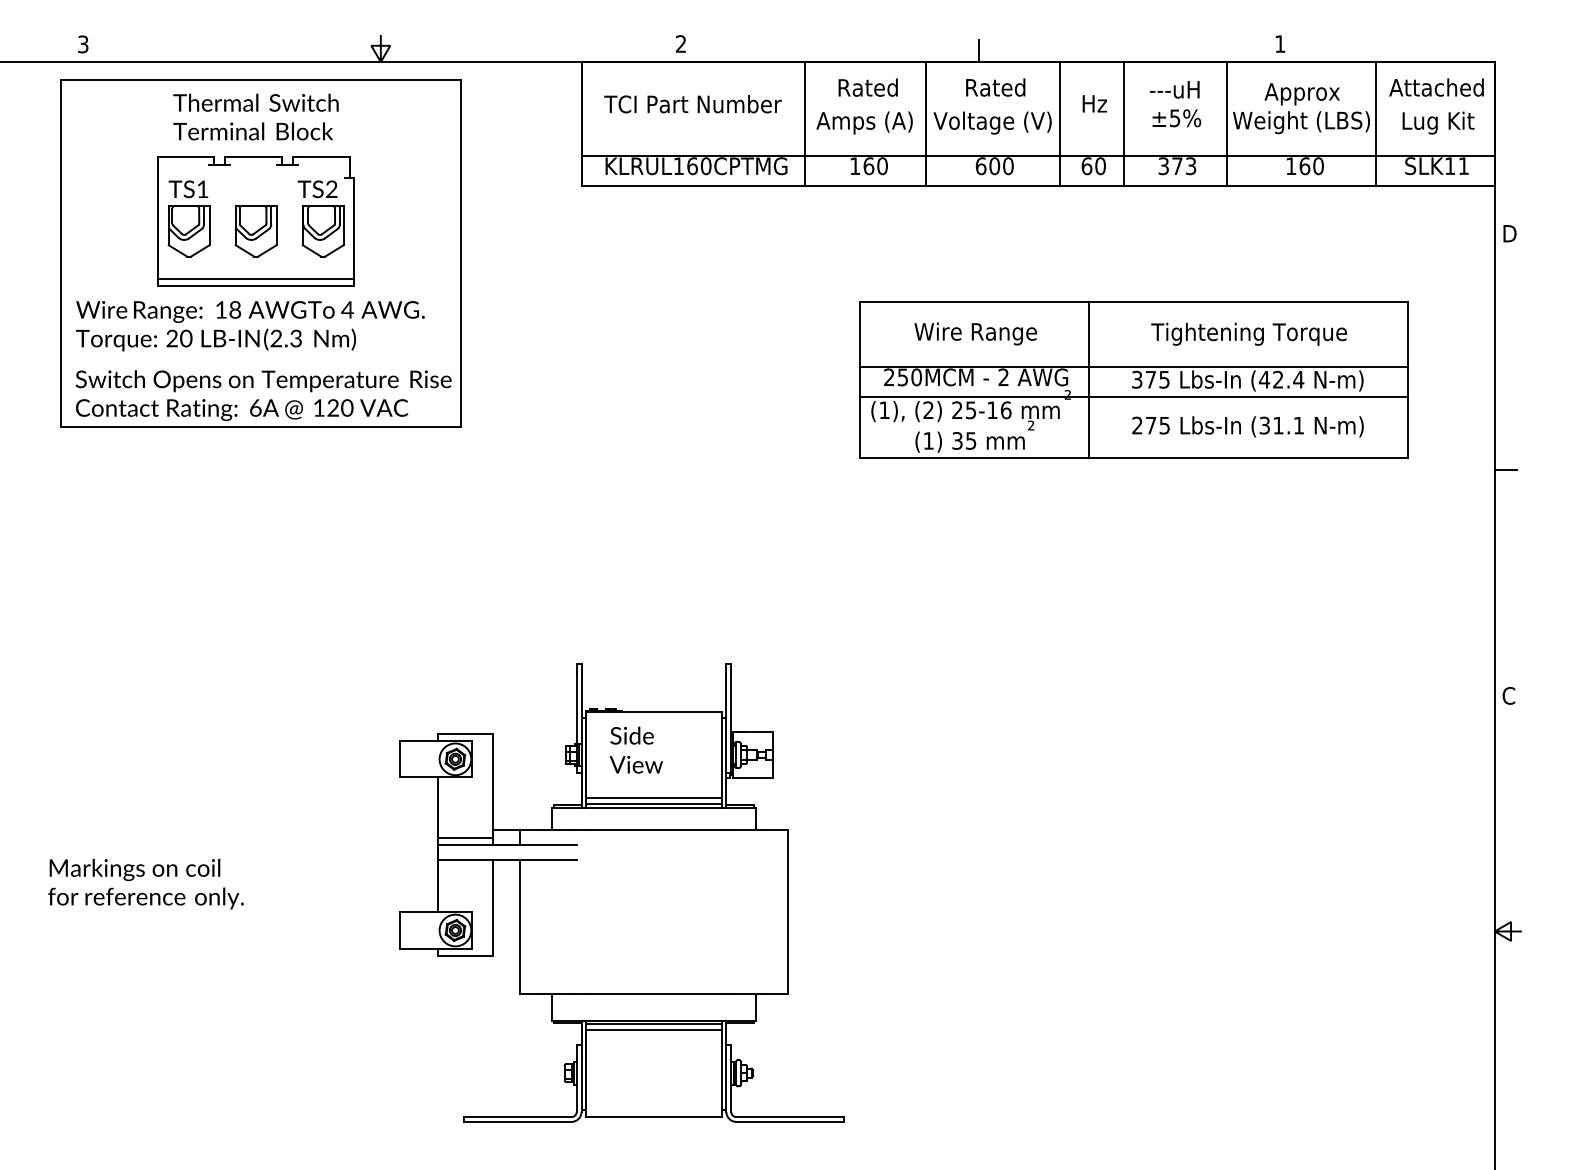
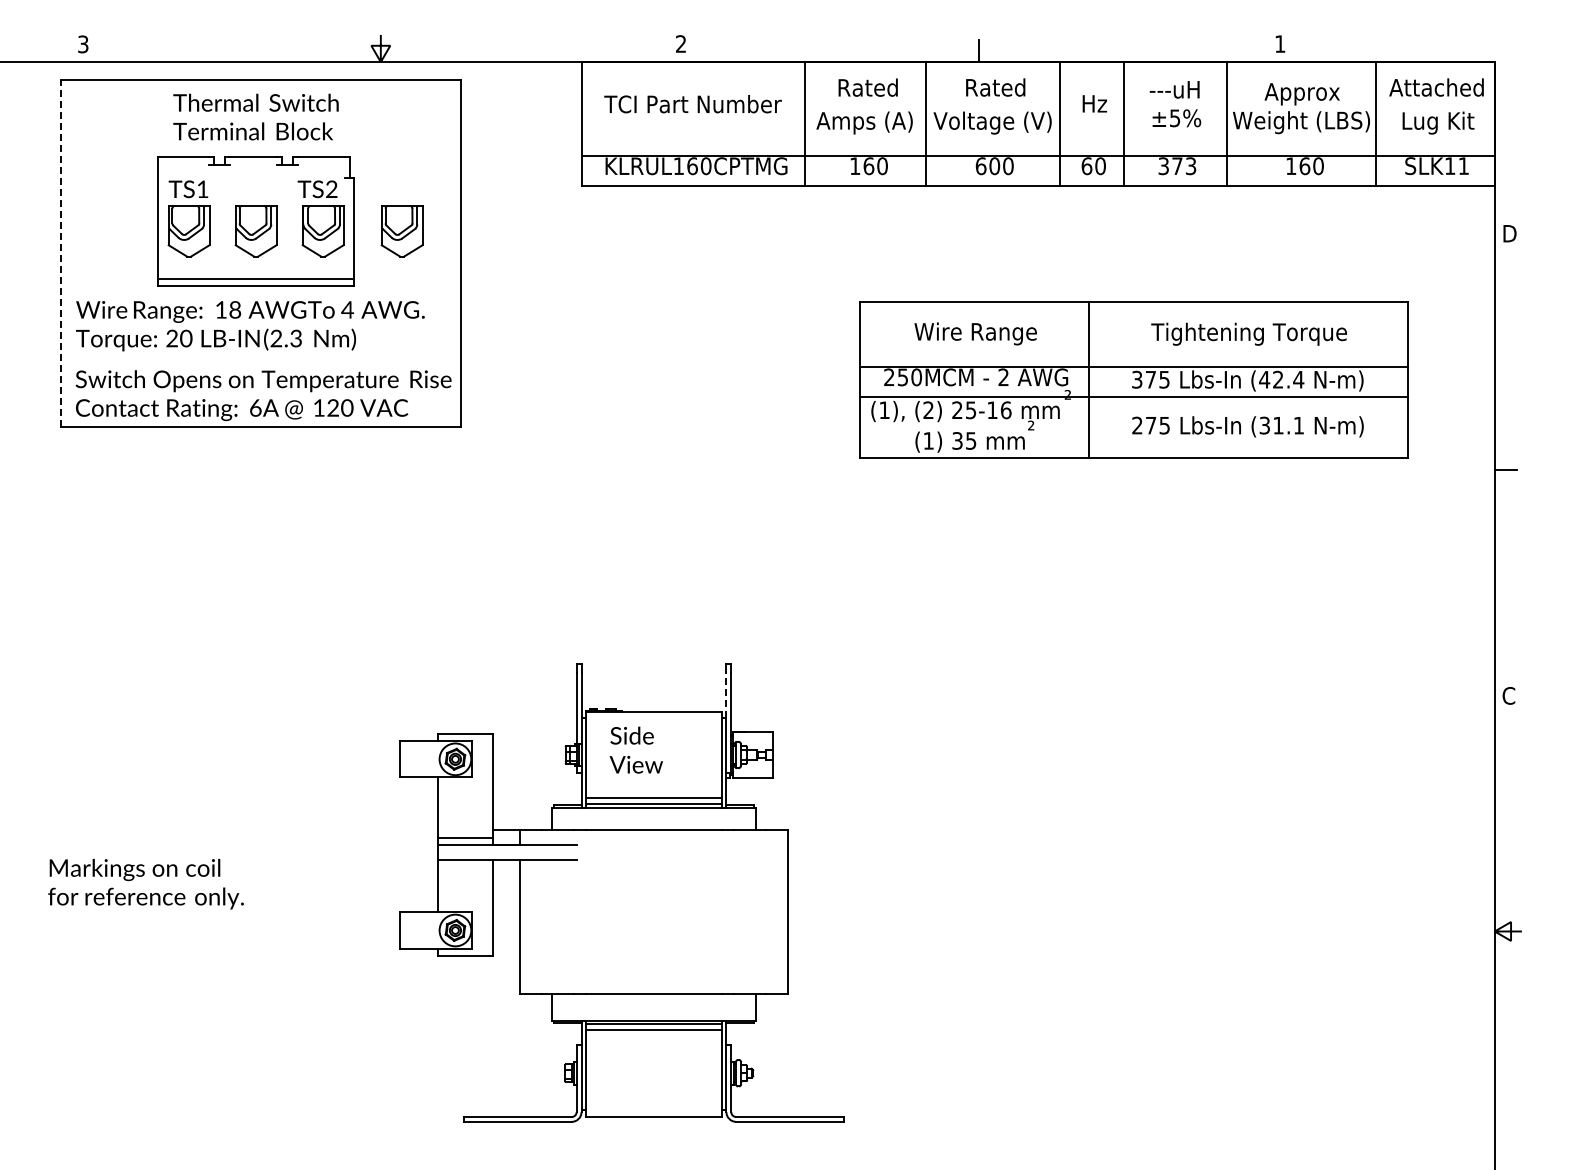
part at (401, 231): none -> present
line at (61, 253): solid -> dashed
line at (726, 695): solid -> dashed
